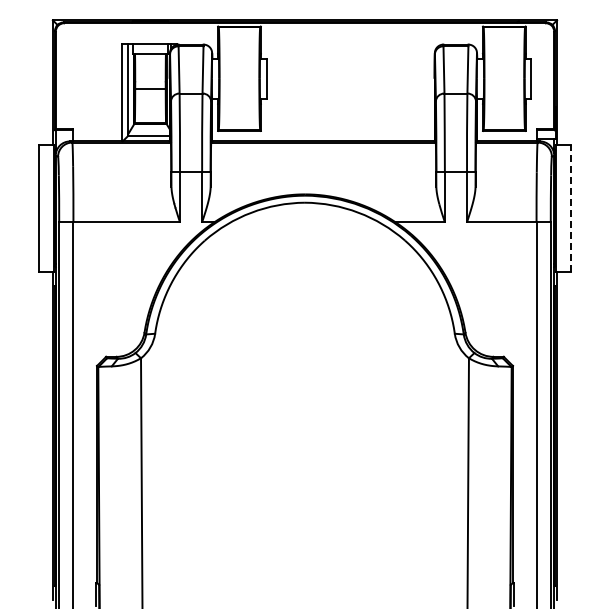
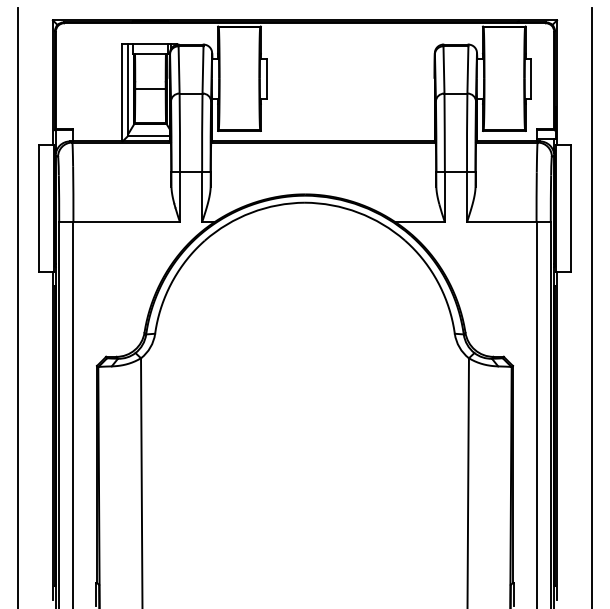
line at (570, 208): dashed -> solid
line at (18, 306): none -> present
line at (591, 306): none -> present
